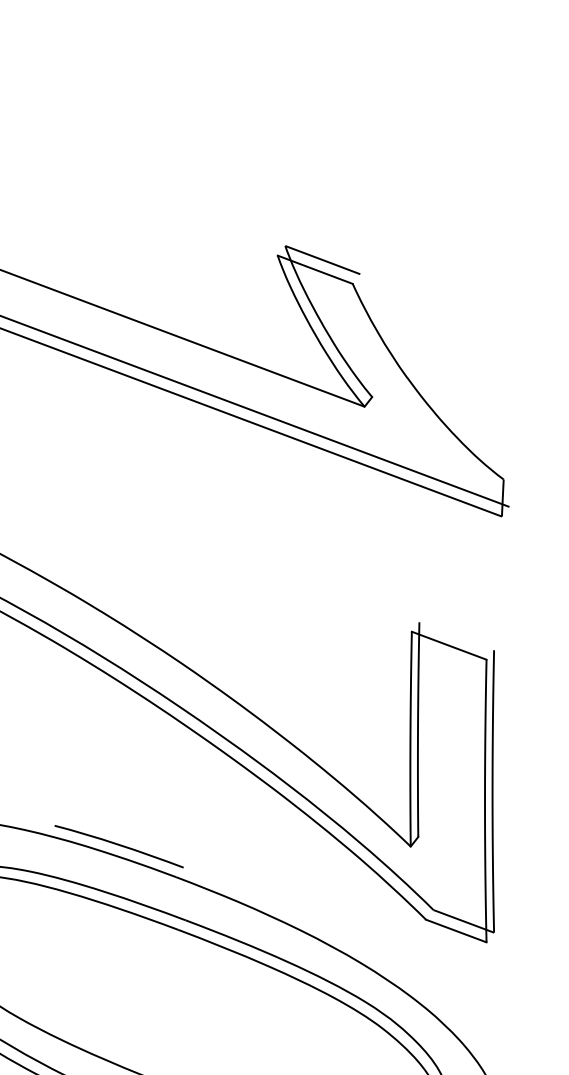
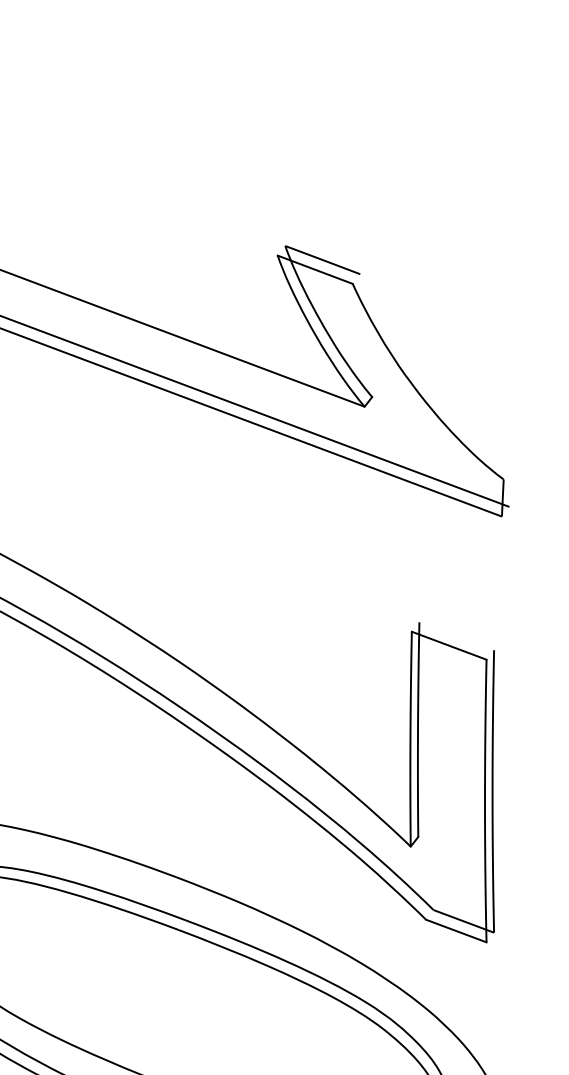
curve at (118, 845): present -> none
